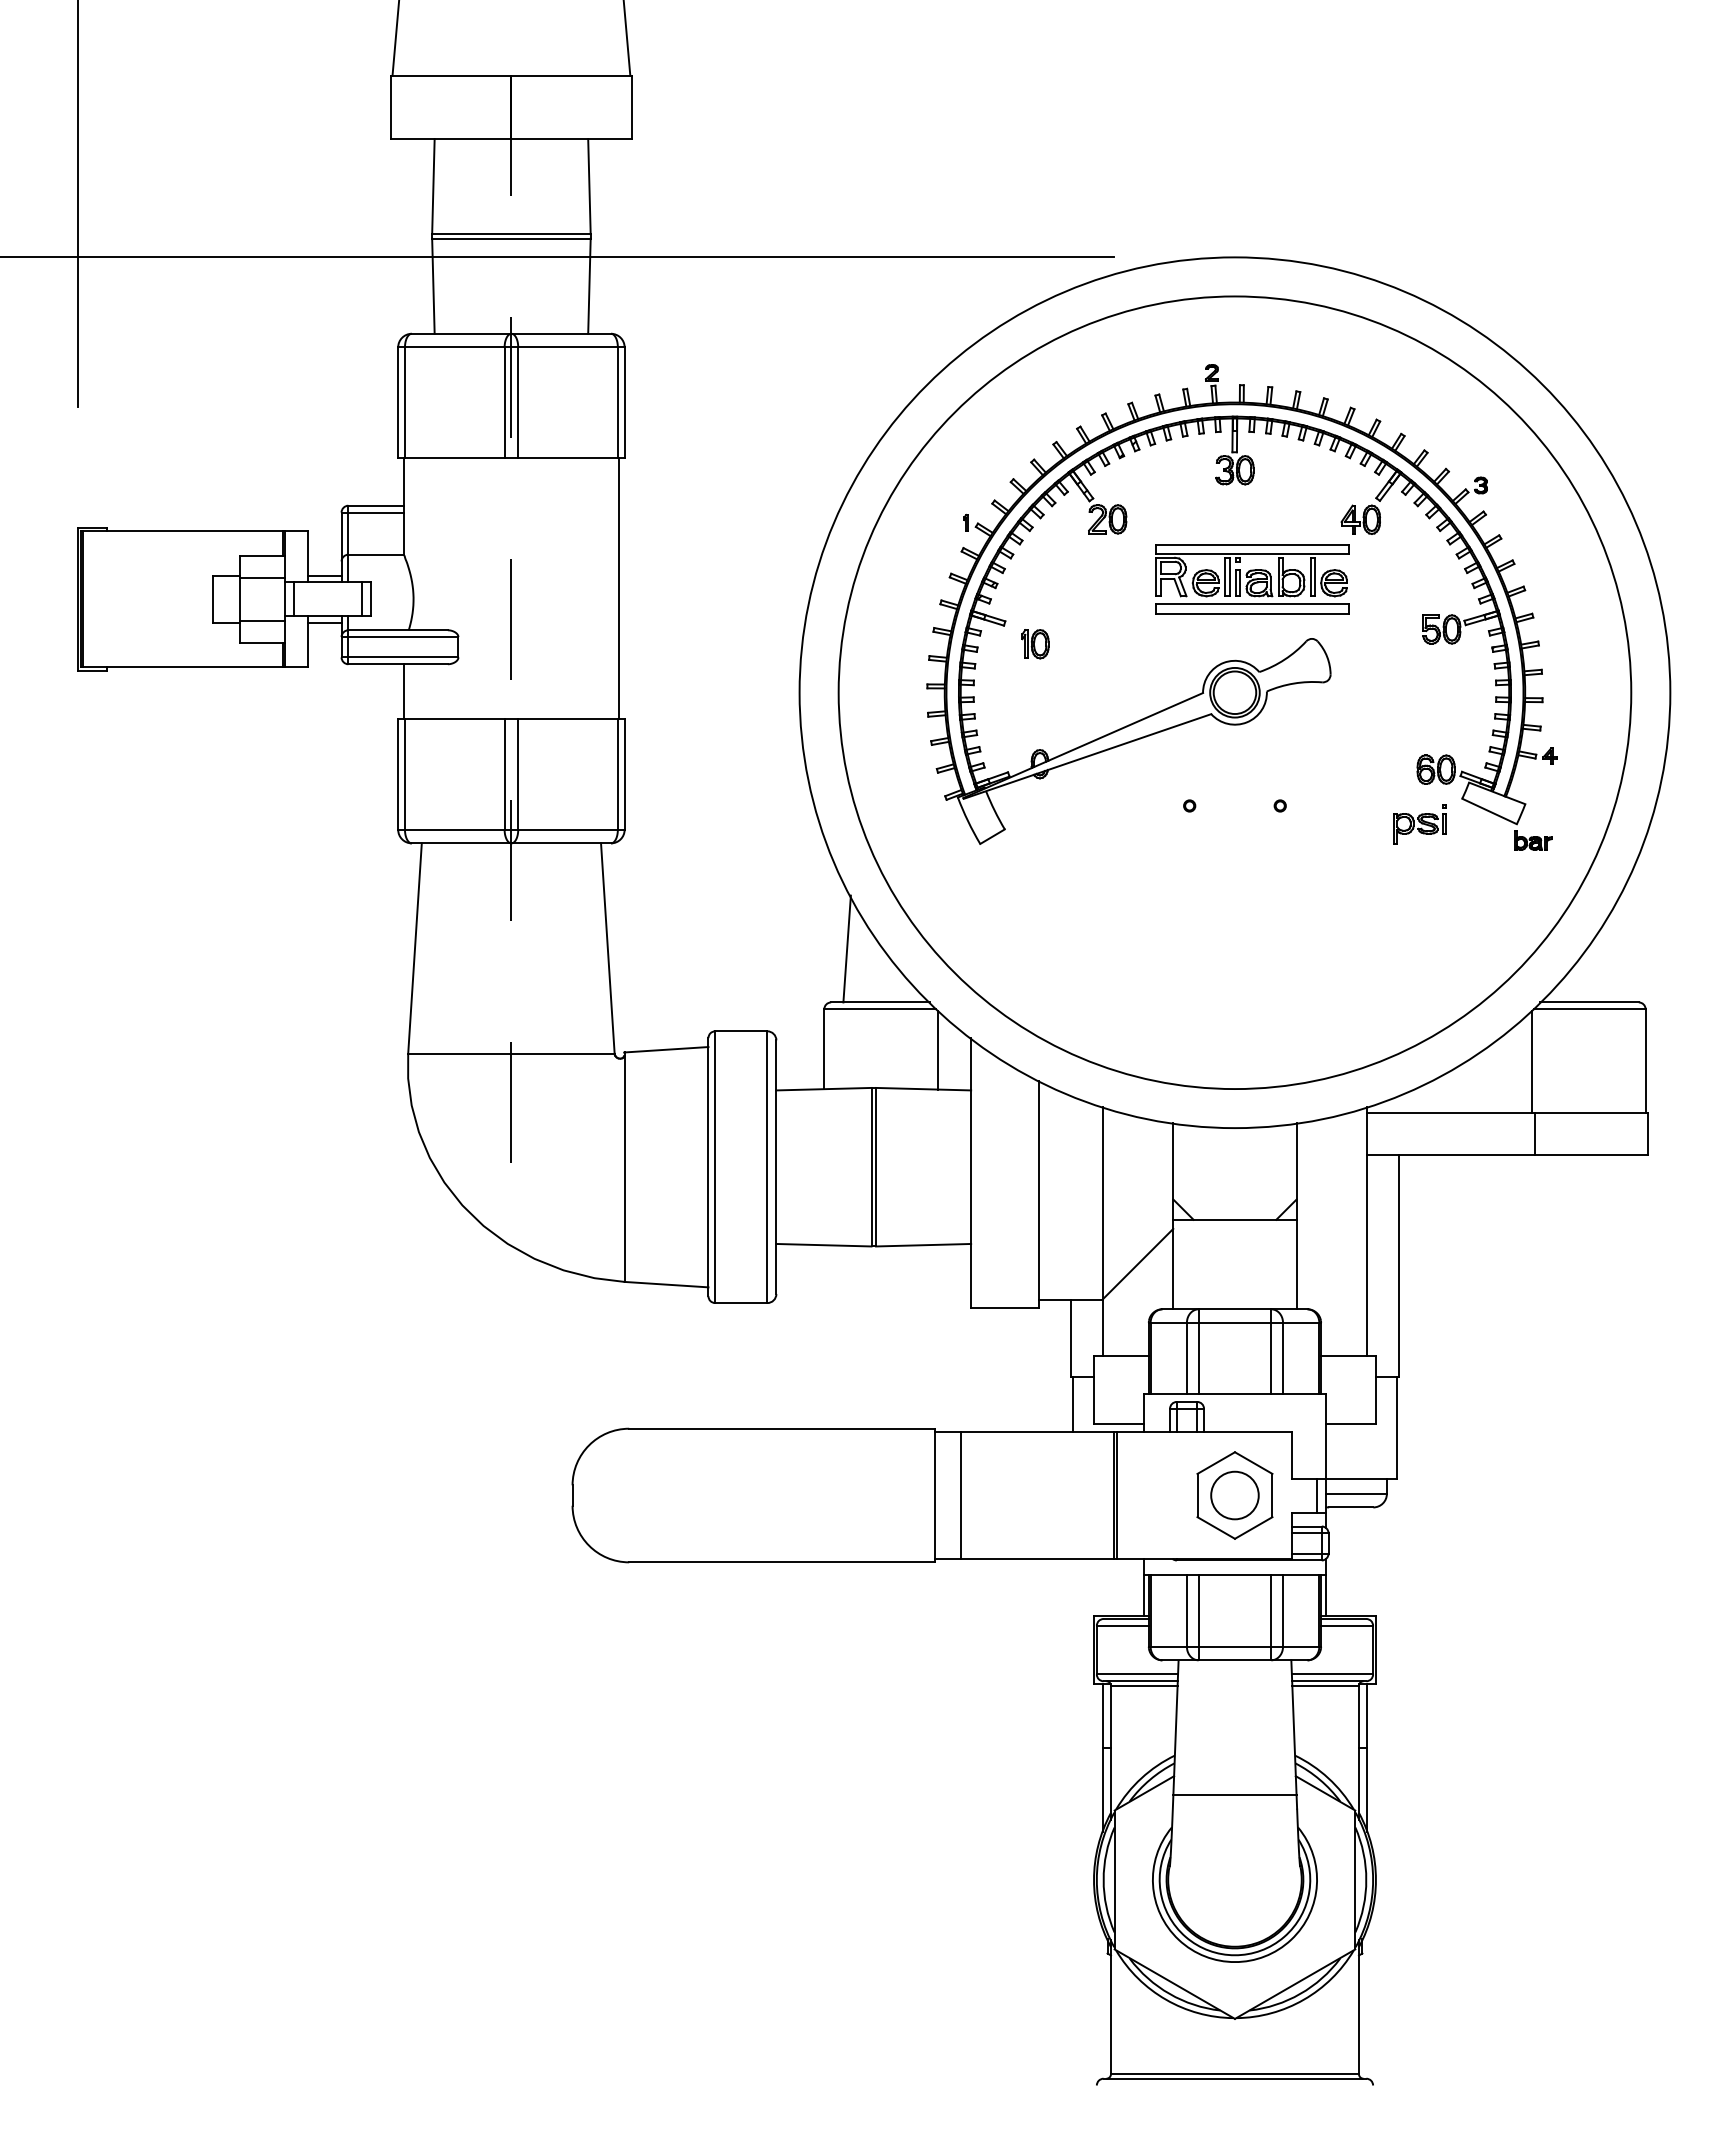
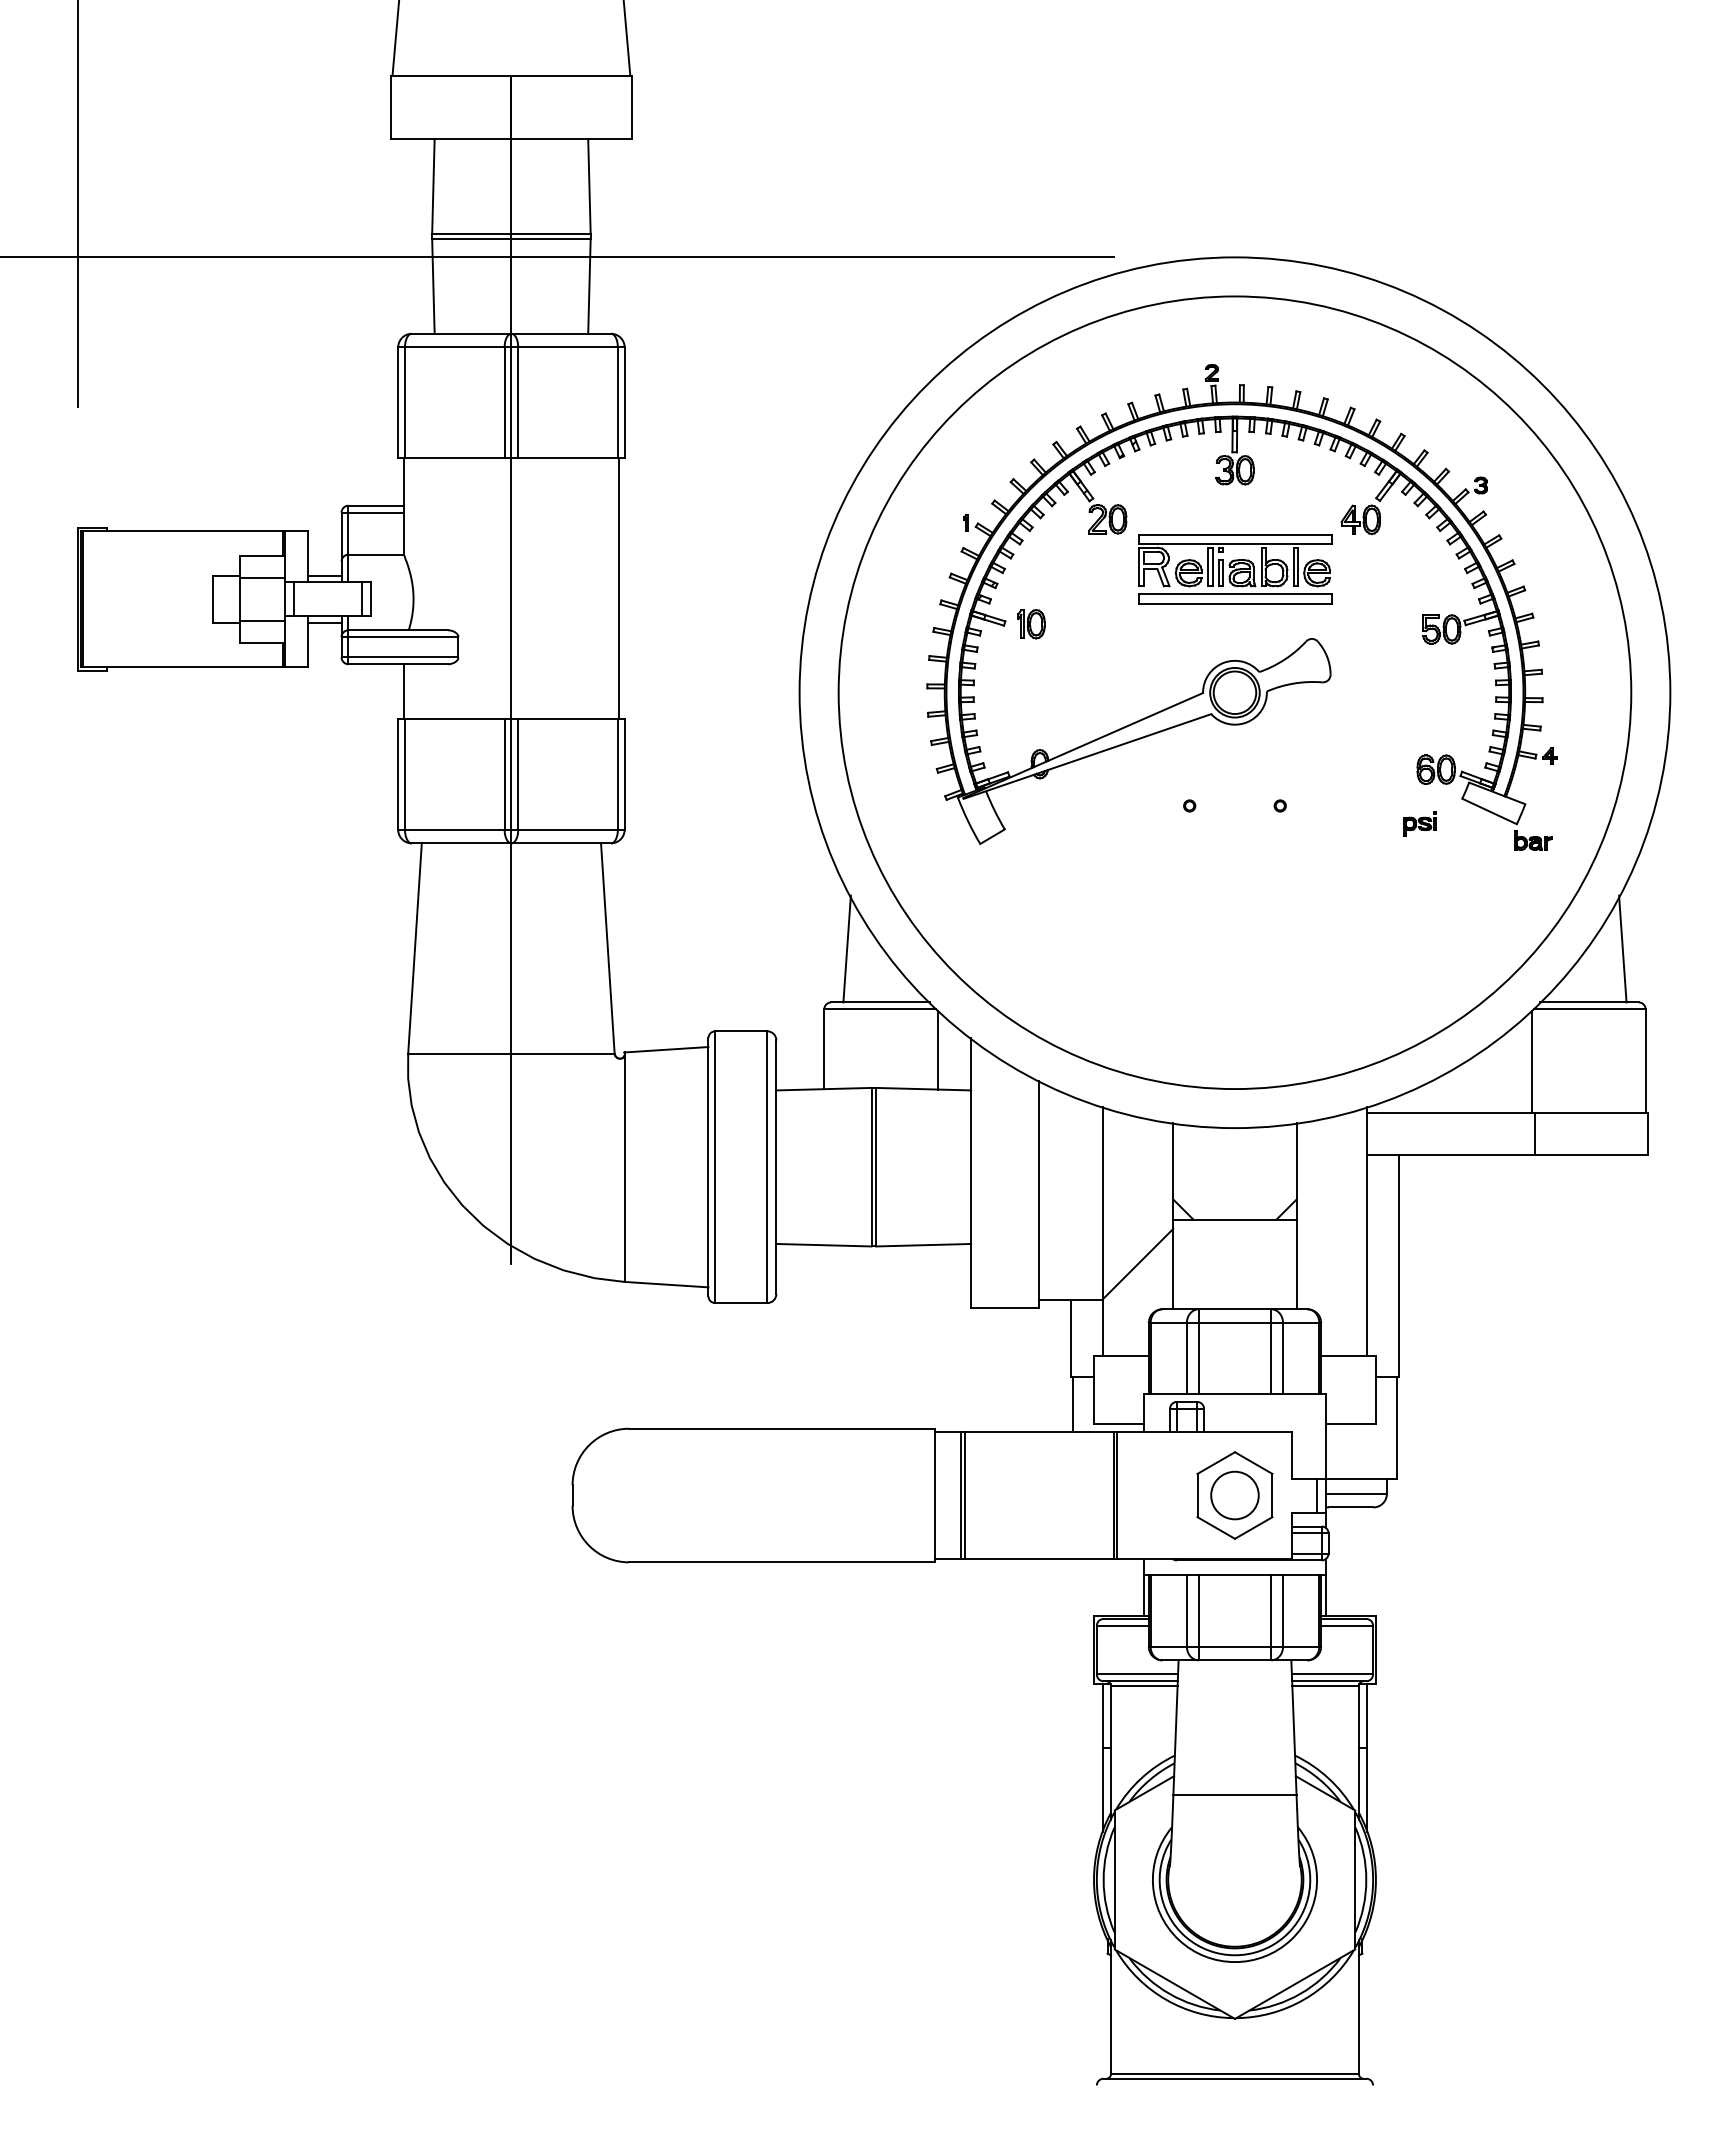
part at (1252, 579) position: (1252, 579) -> (1235, 569)
part at (1035, 644) position: (1035, 644) -> (1031, 624)
line at (511, 670): dashed -> solid
part at (1419, 824) size: 54x41 px -> 34x26 px
line at (1622, 948): none -> present
line at (964, 1495): none -> present
